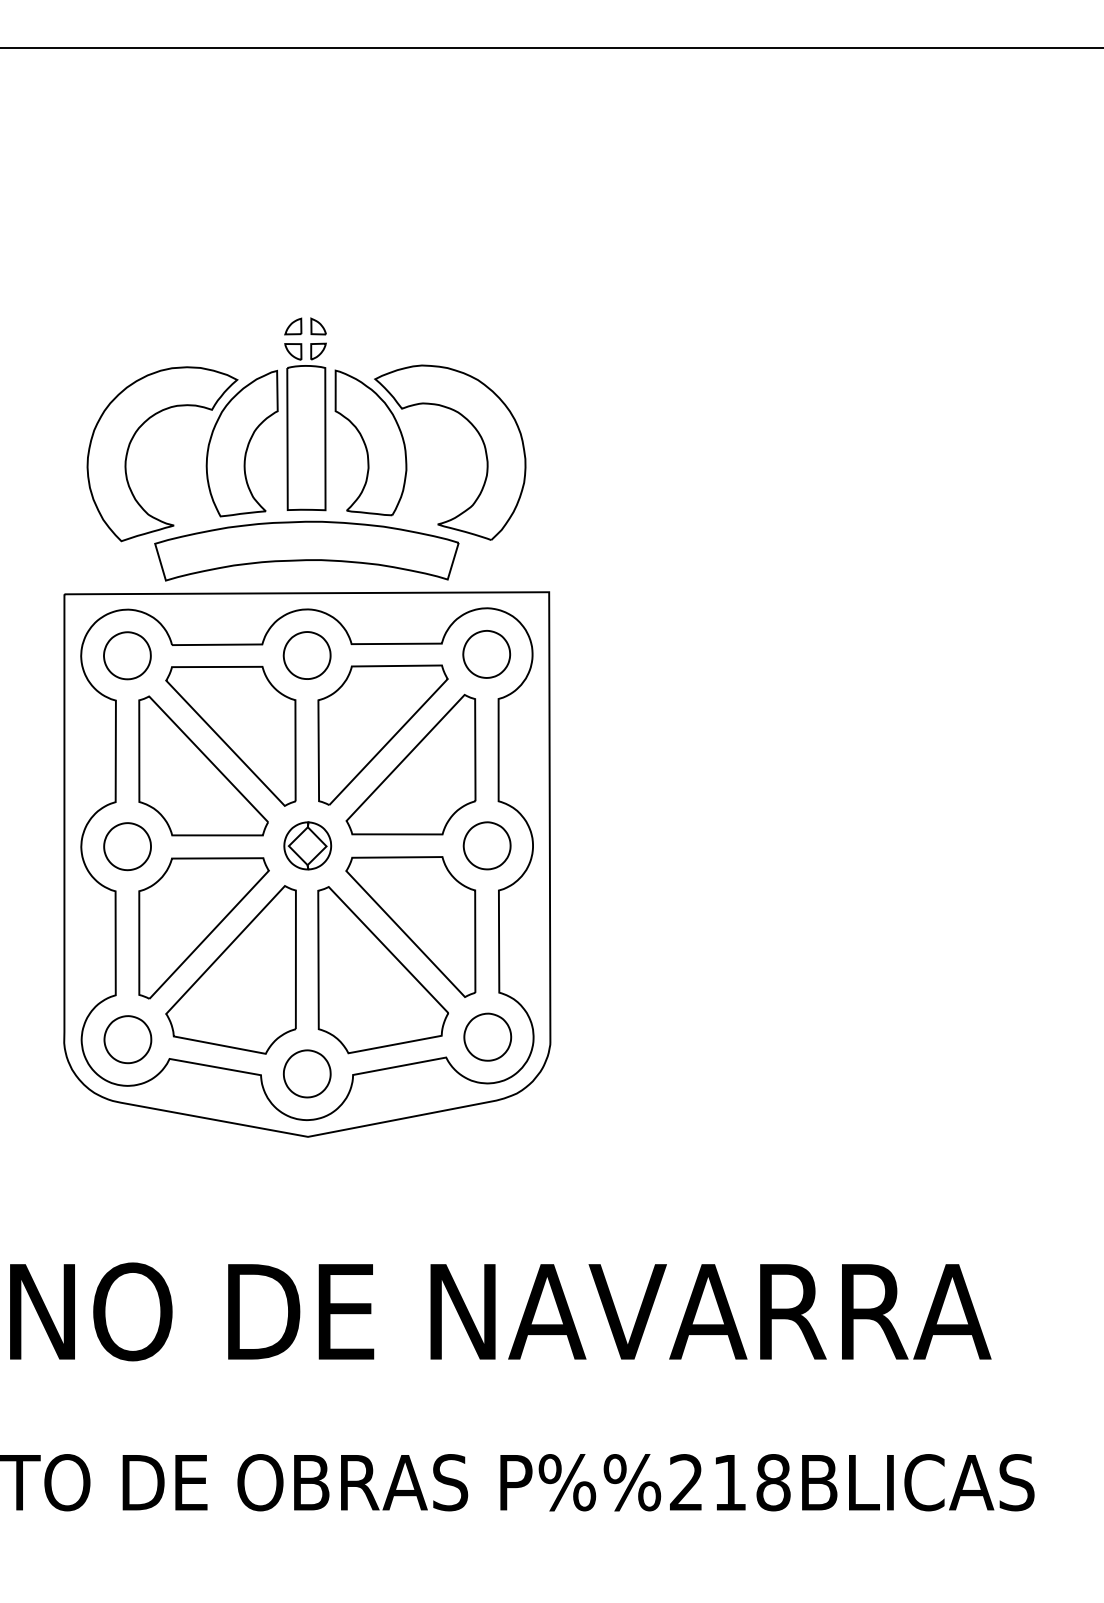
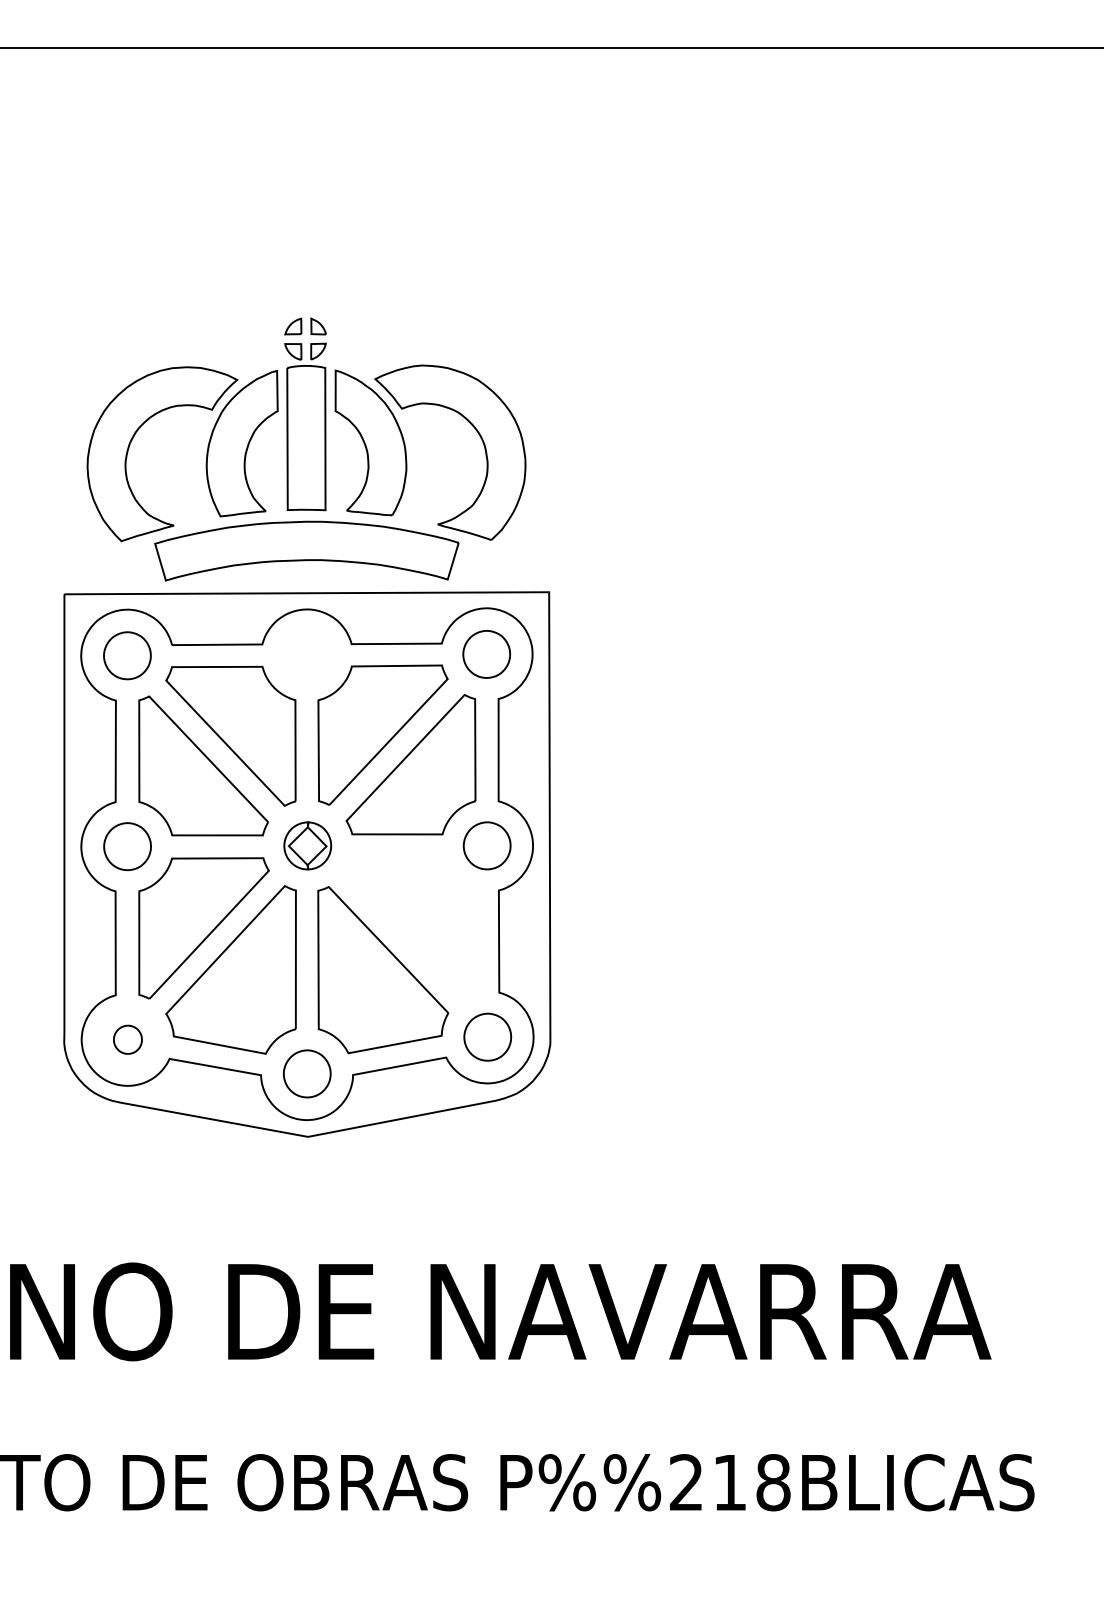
part at (306, 655): present -> none
part at (410, 926): present -> none
part at (127, 1039) size: 50x50 px -> 30x31 px
